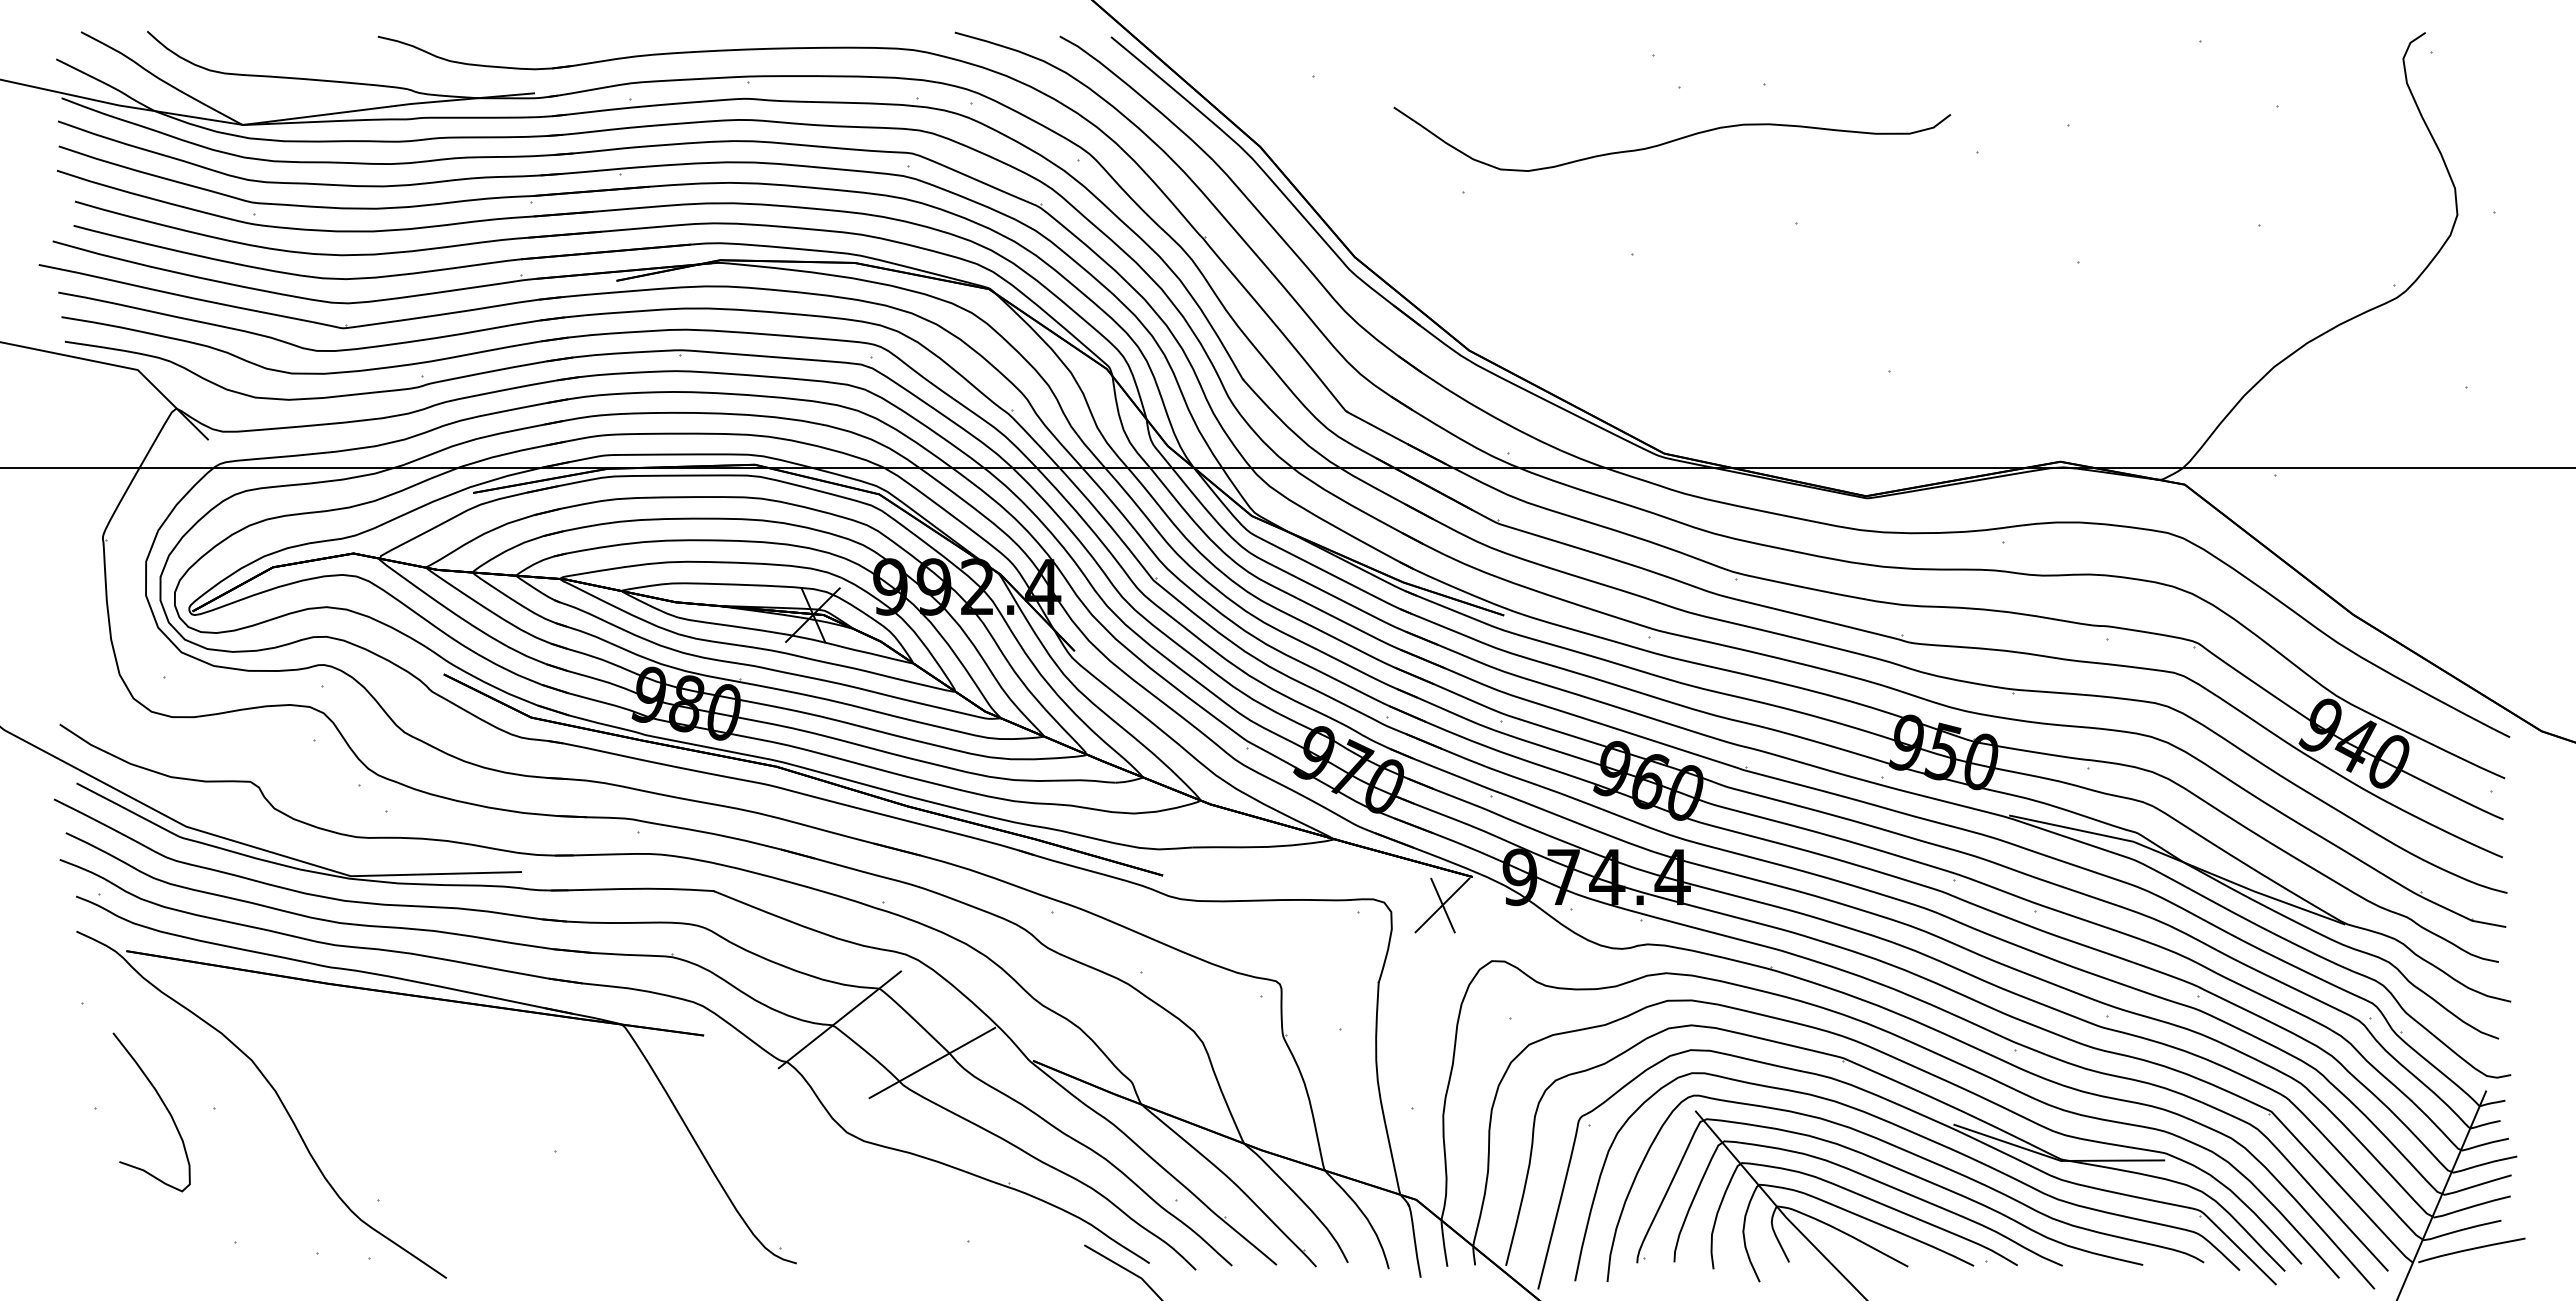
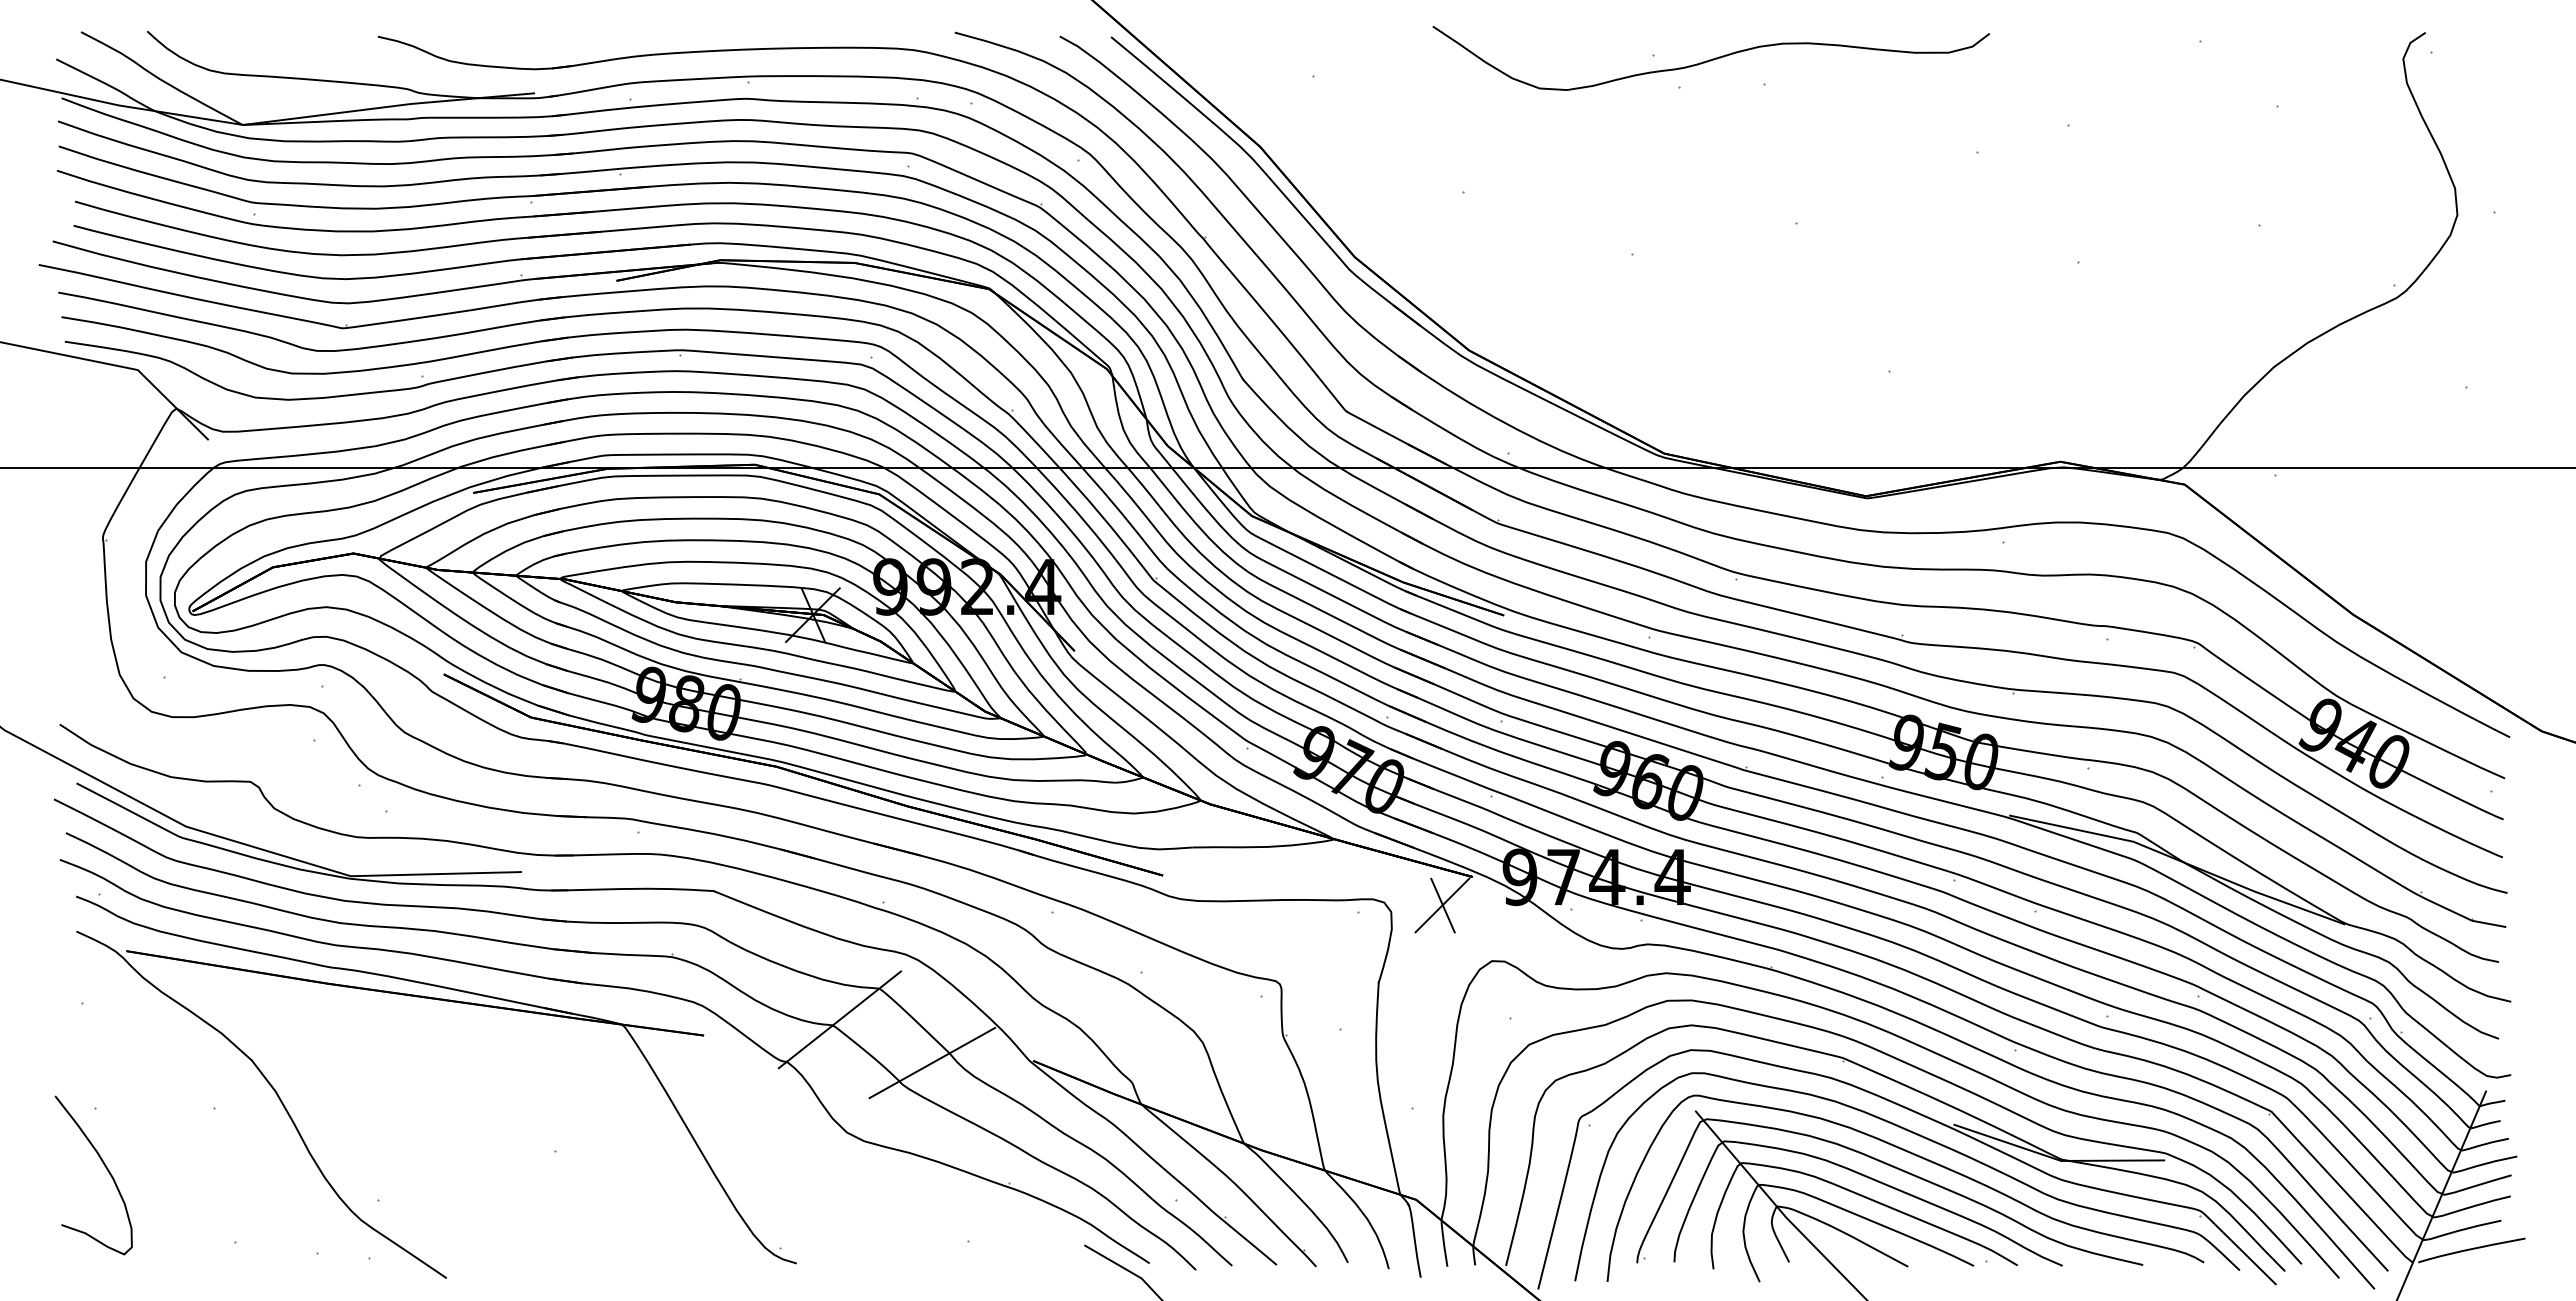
curve at (1673, 139) position: (1673, 139) -> (1712, 58)
curve at (162, 1103) position: (162, 1103) -> (104, 1166)
